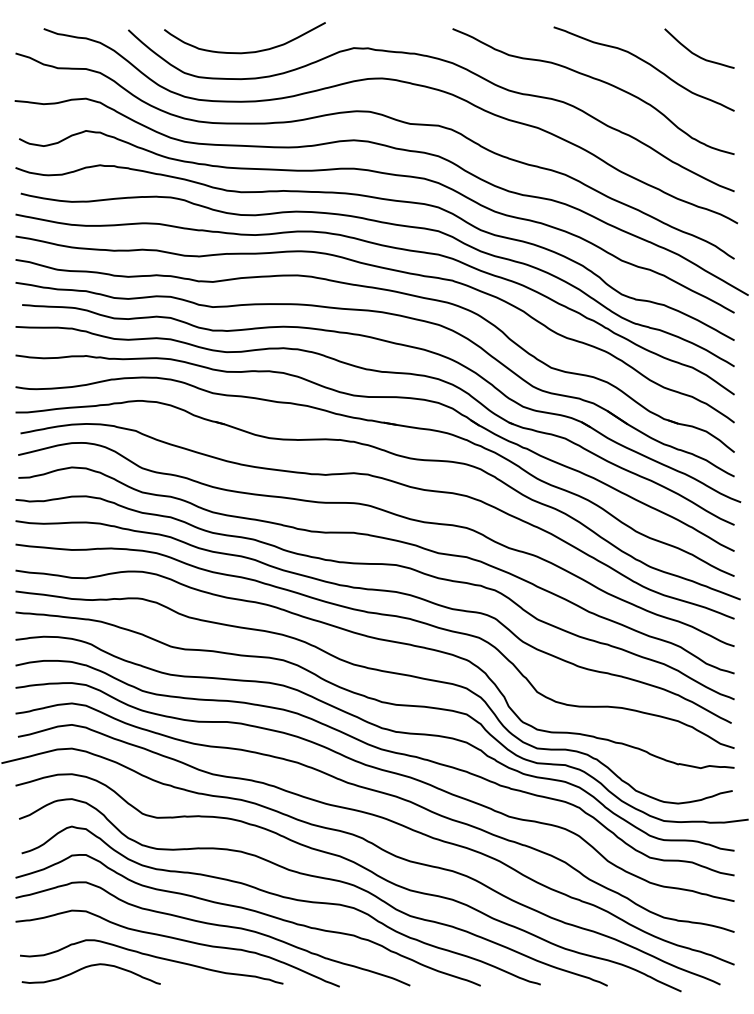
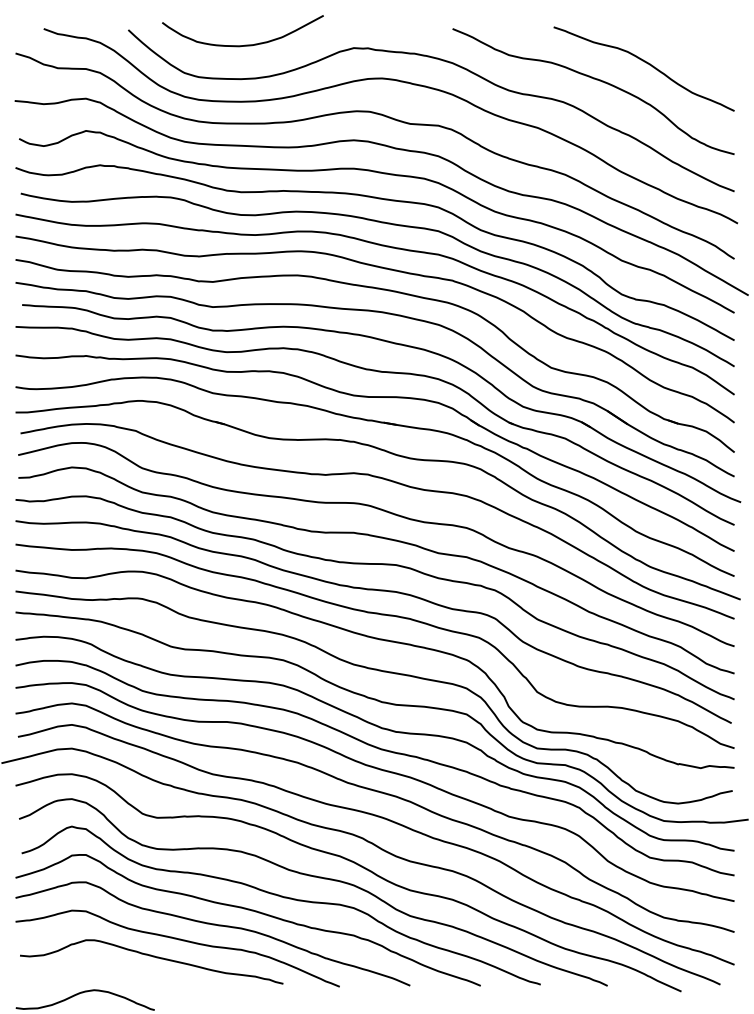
curve at (247, 51) position: (247, 51) -> (245, 44)
curve at (697, 54): present -> none
curve at (88, 967) position: (88, 967) -> (82, 993)
